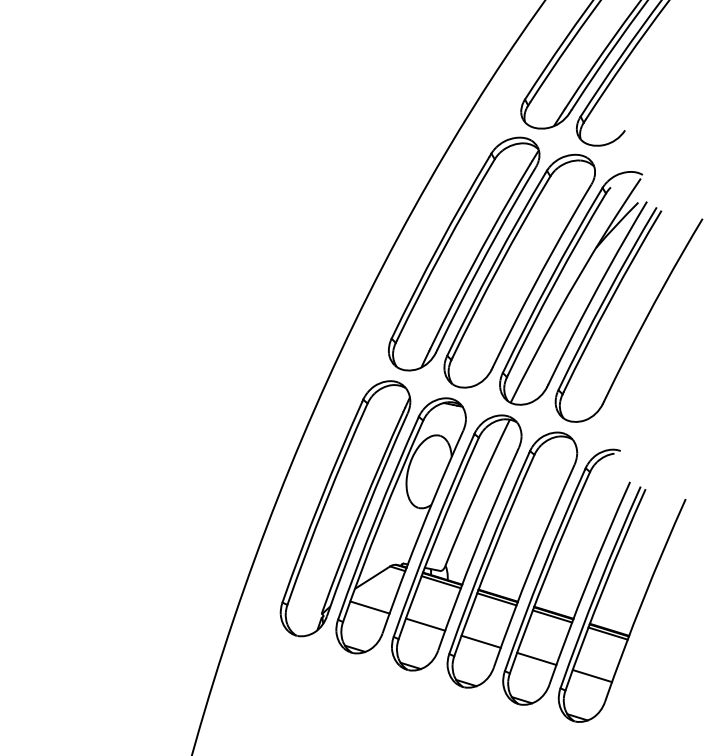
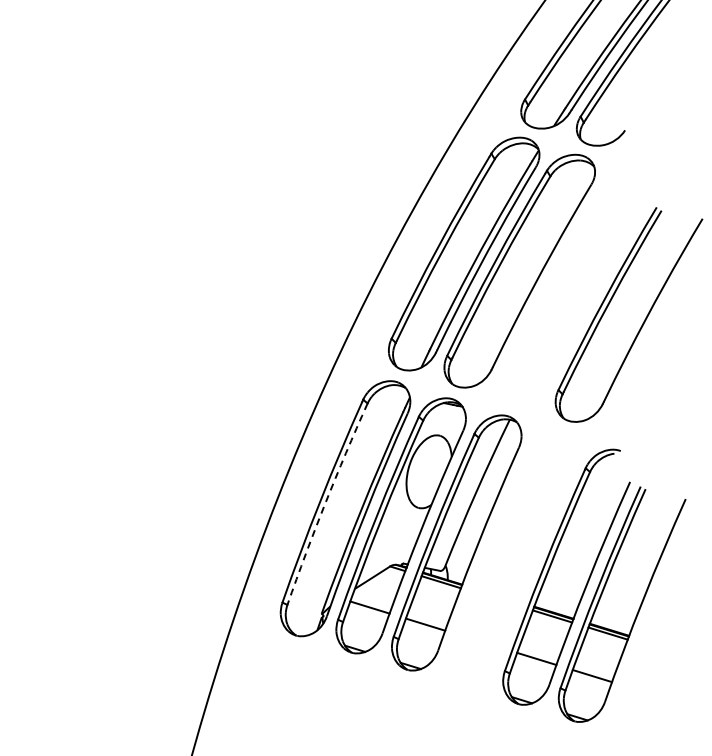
part at (573, 288): present -> none
arc at (325, 503): solid -> dashed
part at (512, 559): present -> none
